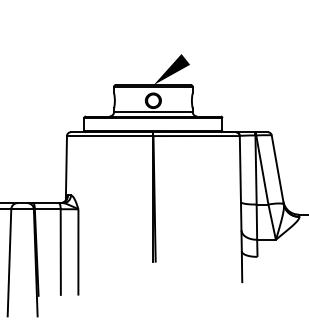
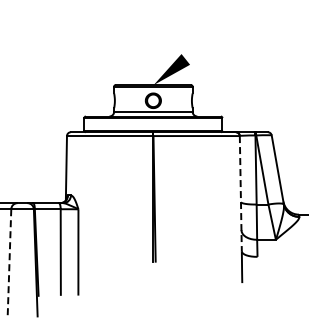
line at (240, 193): solid -> dashed
line at (9, 262): solid -> dashed
